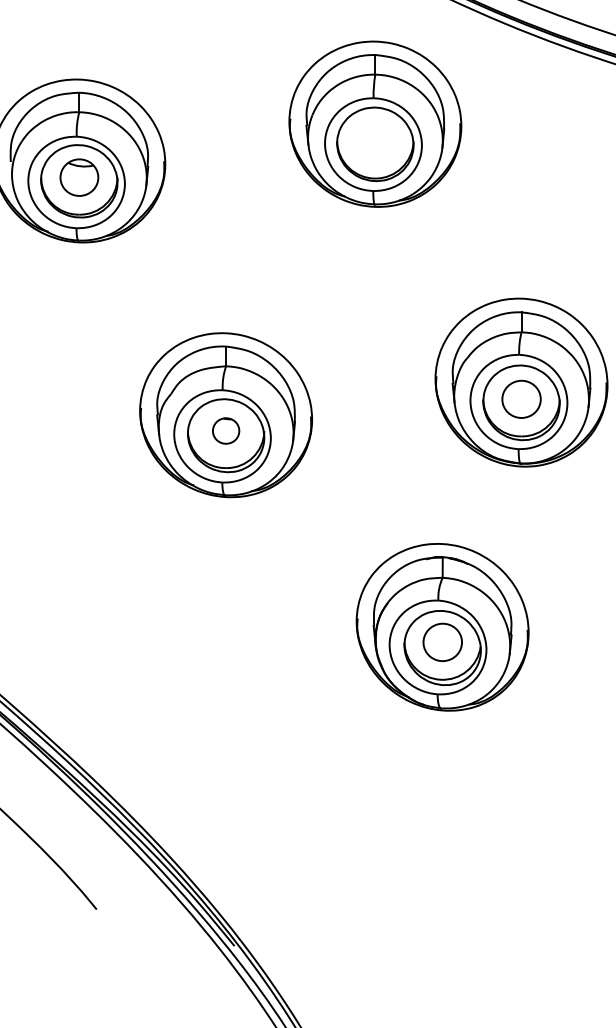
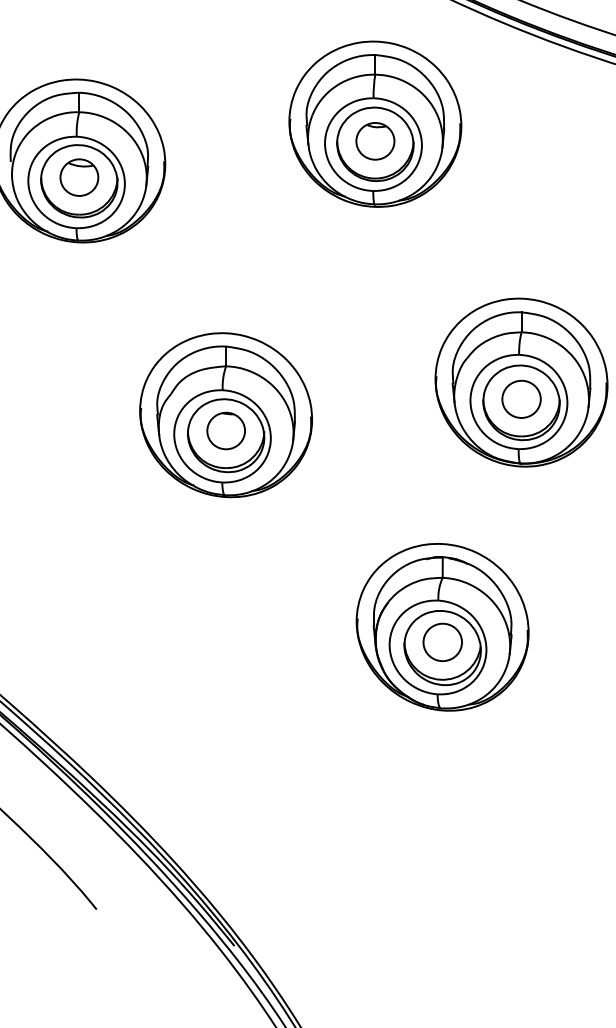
part at (375, 141): none -> present
part at (226, 430) size: 29x28 px -> 40x40 px
